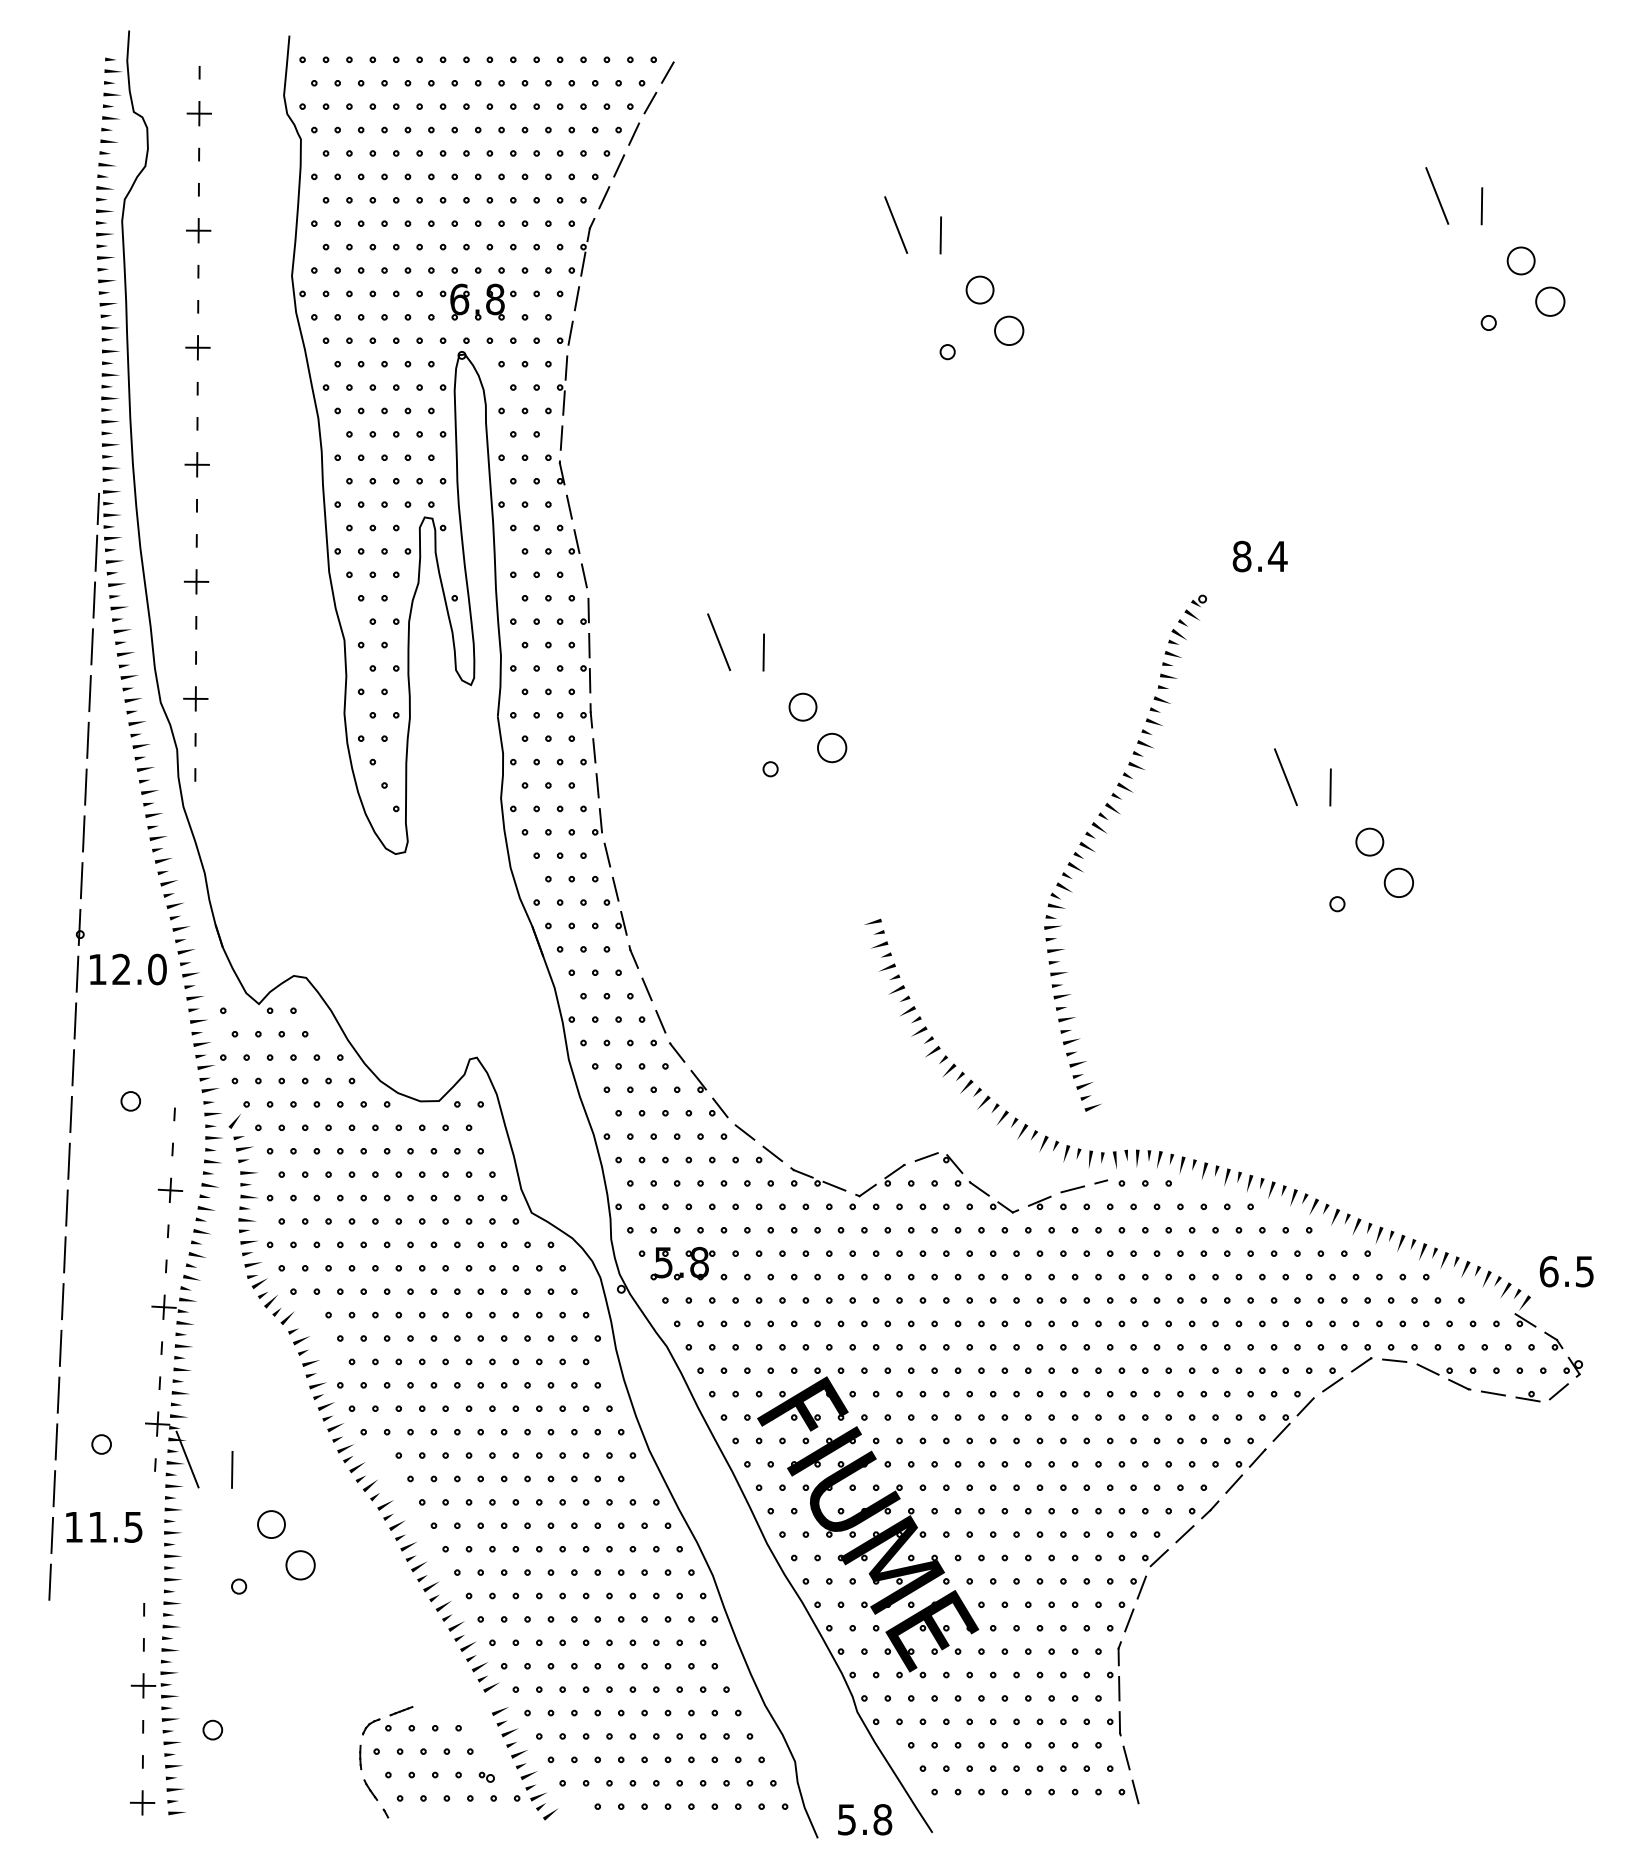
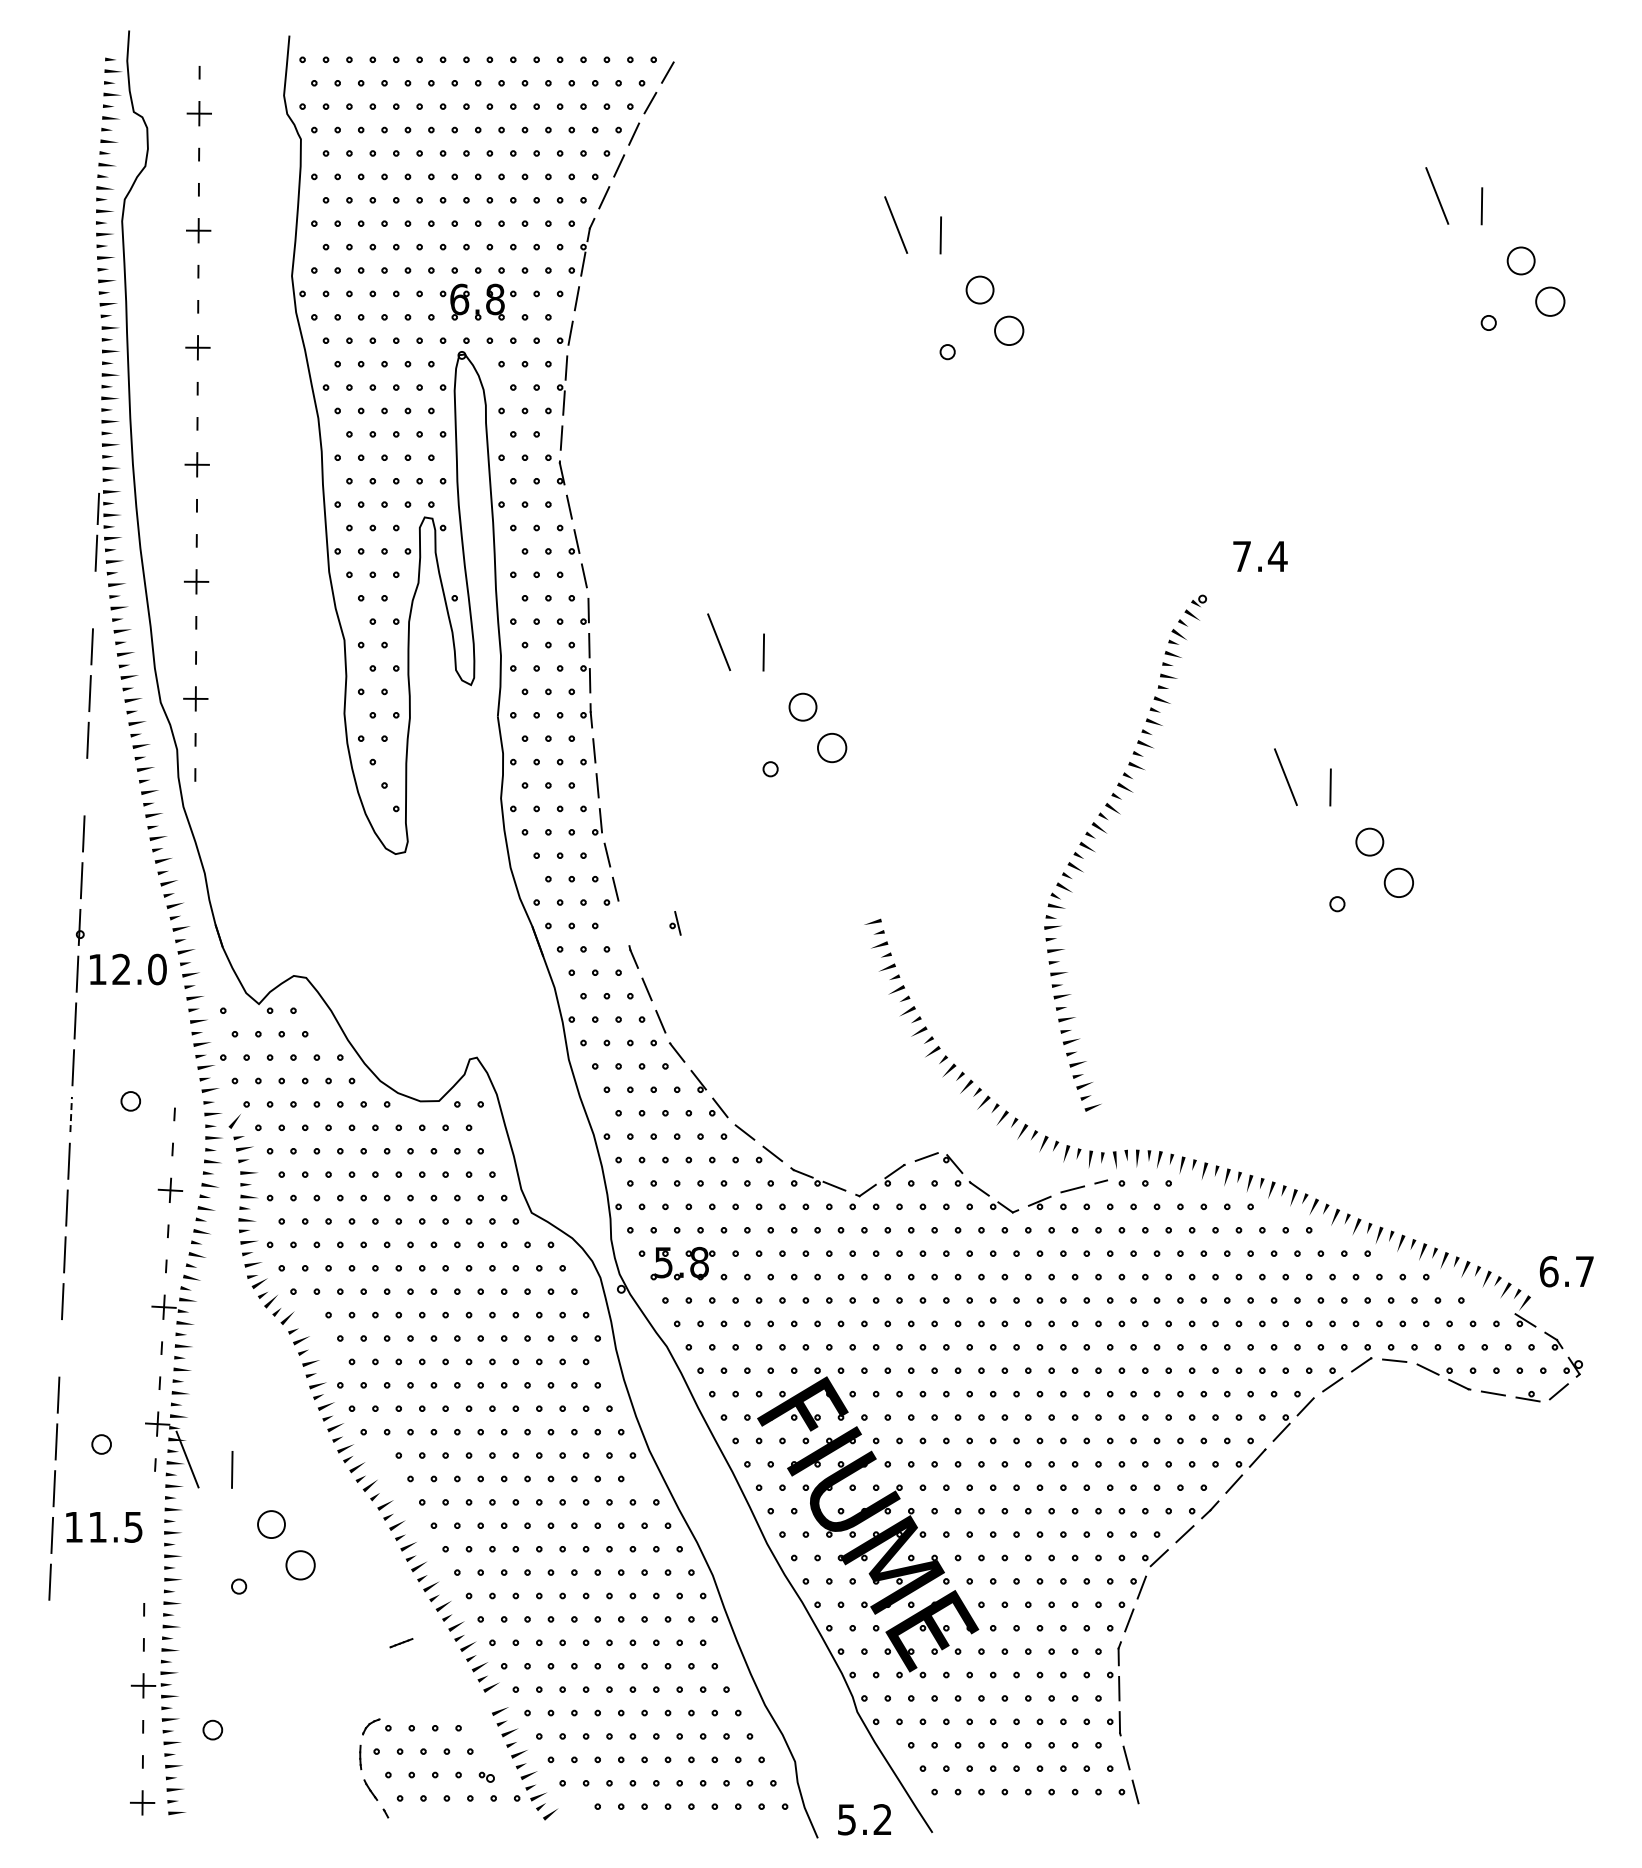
text at (1241, 556): 8.4 -> 7.4
line at (94, 599): present -> none
line at (85, 786): present -> none
part at (621, 923) position: (621, 923) -> (675, 923)
line at (71, 1114): solid -> dashed
text at (1584, 1271): 6.5 -> 6.7
line at (60, 1347): present -> none
line at (401, 1711) position: (401, 1711) -> (401, 1643)
text at (882, 1819): 5.8 -> 5.2
